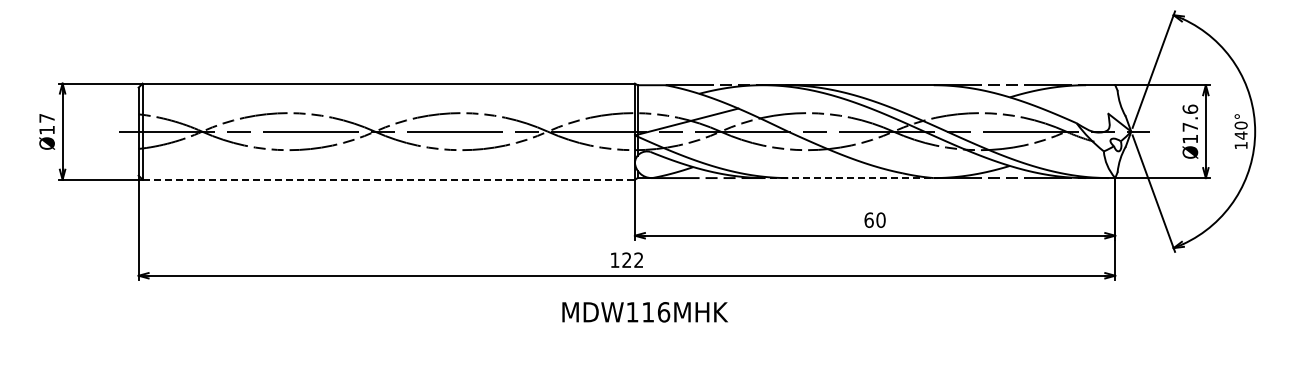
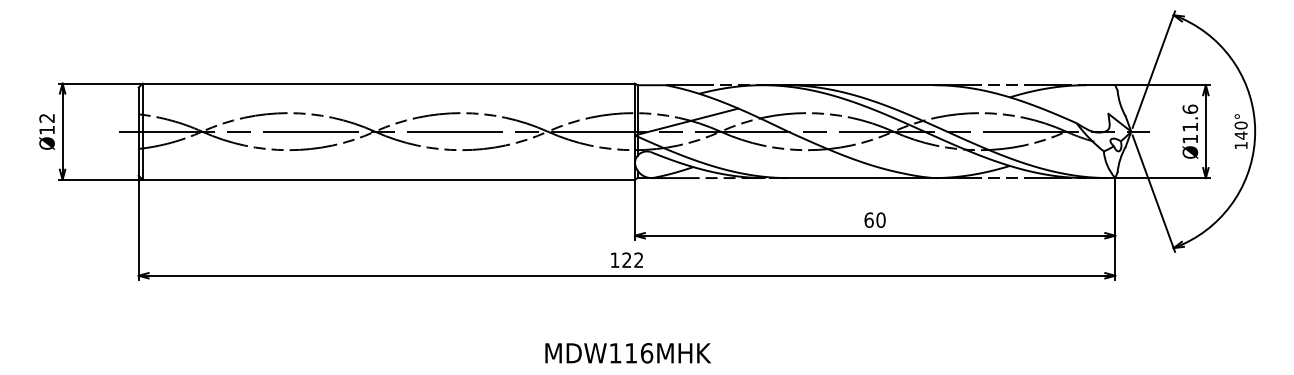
text at (46, 118): Ø17 -> Ø12
text at (1189, 127): Ø17.6 -> Ø11.6
line at (852, 178): dashed -> solid
line at (389, 179): dashed -> solid
text at (644, 312) position: (644, 312) -> (627, 353)
